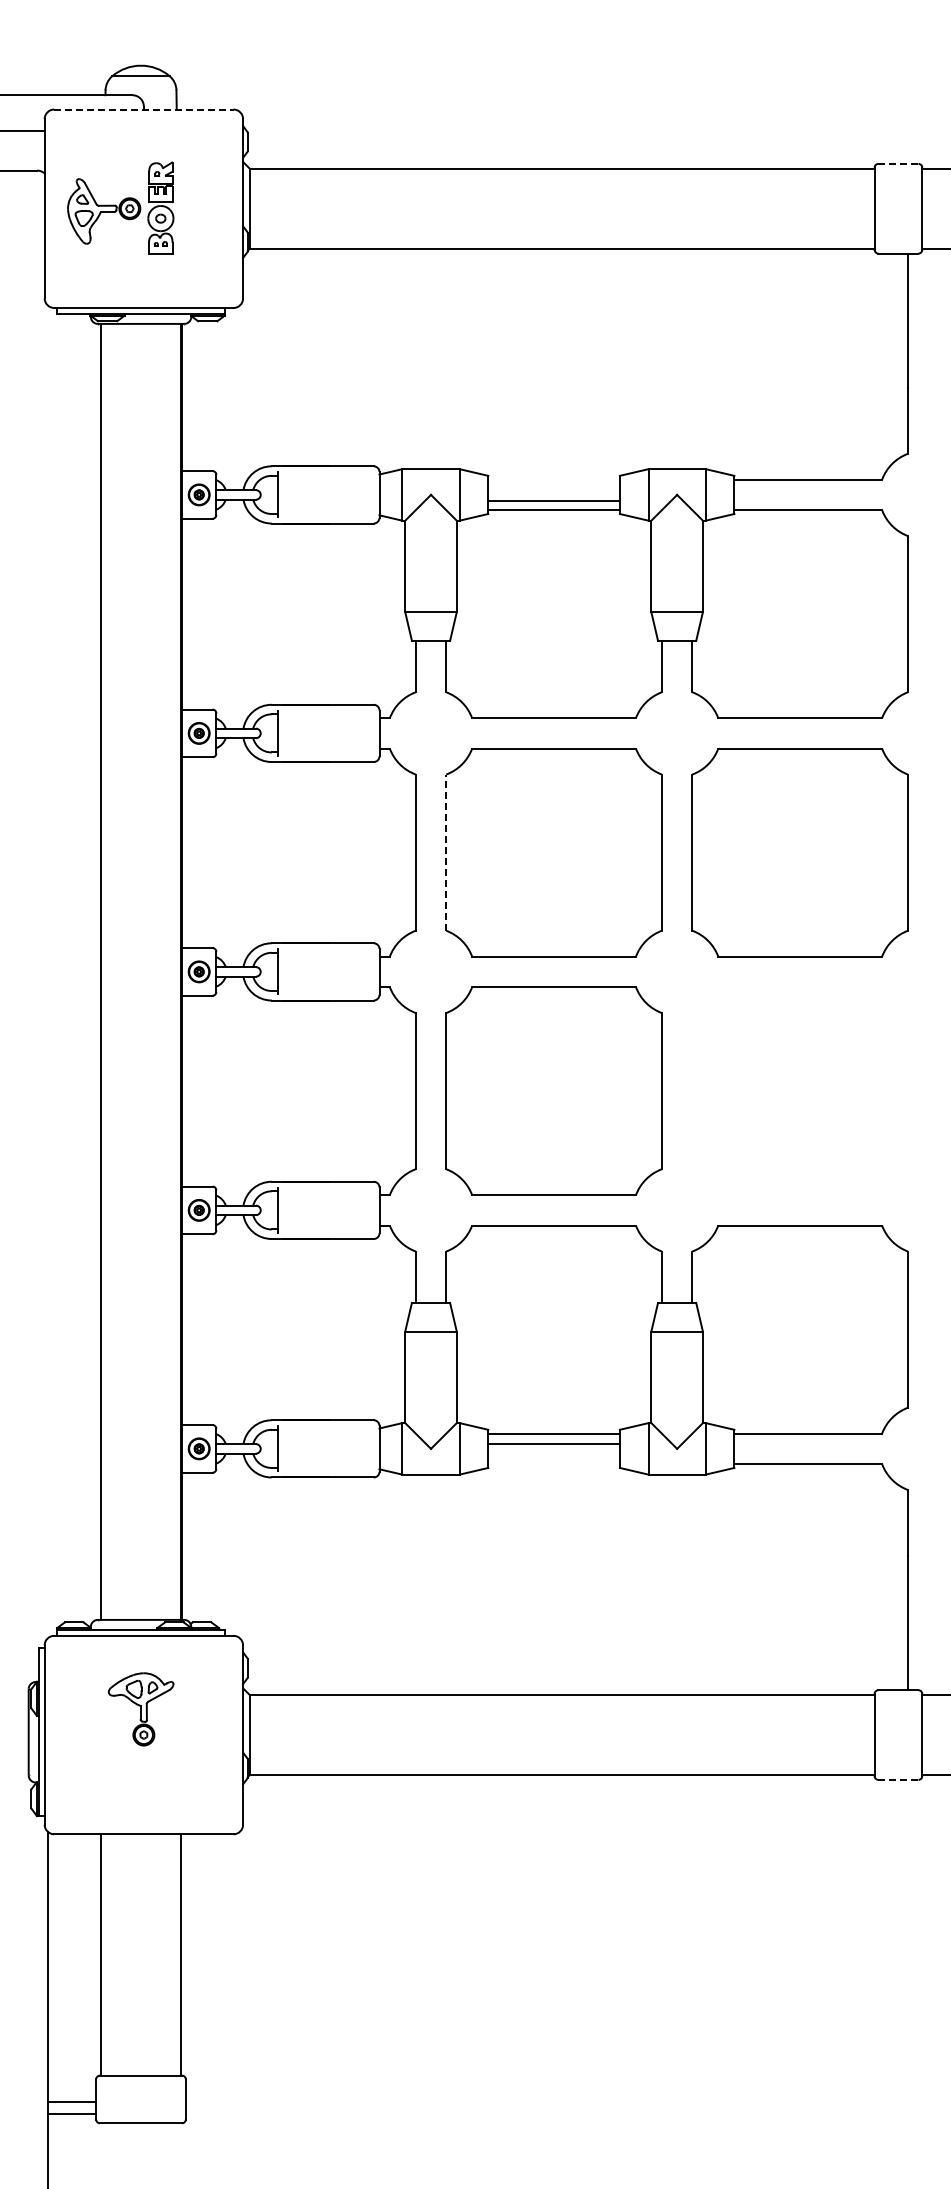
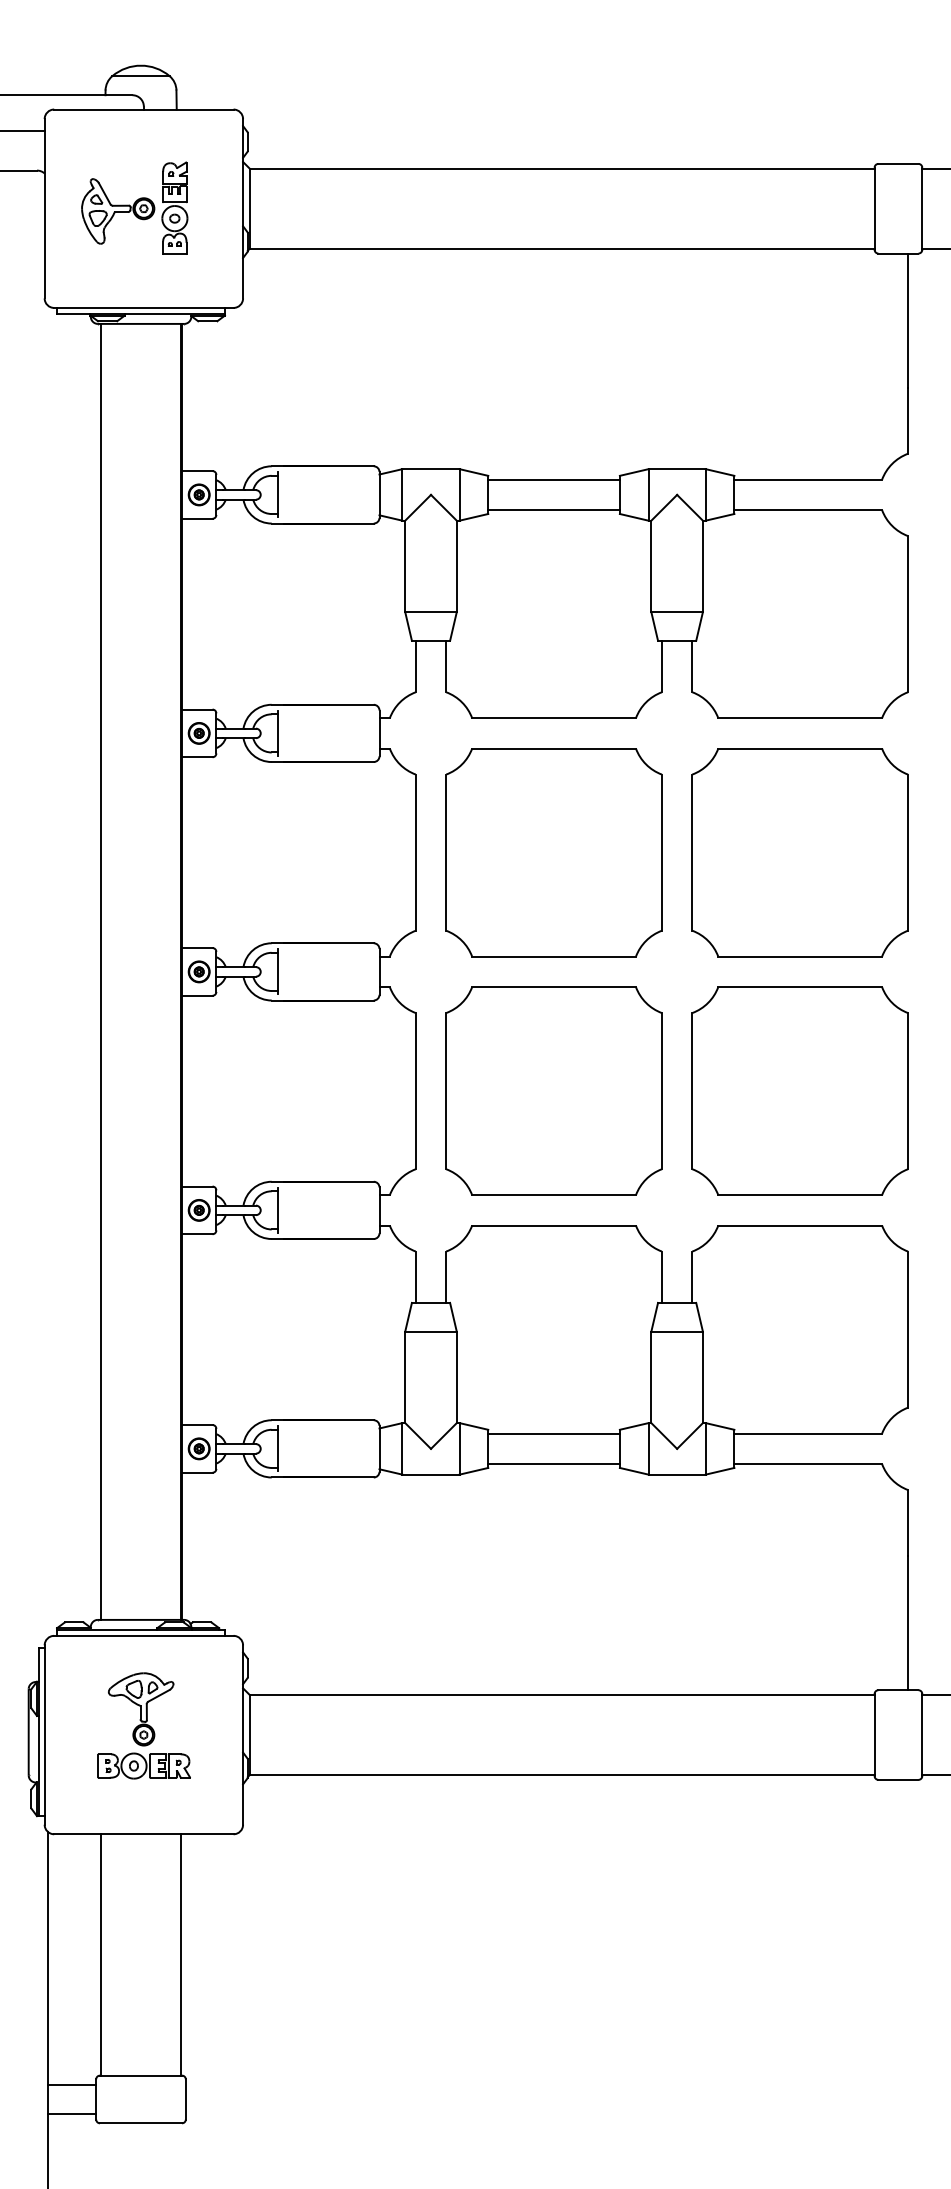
line at (143, 109): dashed -> solid
line at (898, 163): dashed -> solid
part at (120, 207) position: (120, 207) -> (134, 207)
line at (553, 500) position: (553, 500) -> (553, 479)
line at (446, 852): dashed -> solid
part at (799, 1090): none -> present
line at (553, 1444) position: (553, 1444) -> (553, 1464)
part at (143, 1765): none -> present
line at (898, 1779): dashed -> solid
line at (72, 2102) position: (72, 2102) -> (72, 2085)
